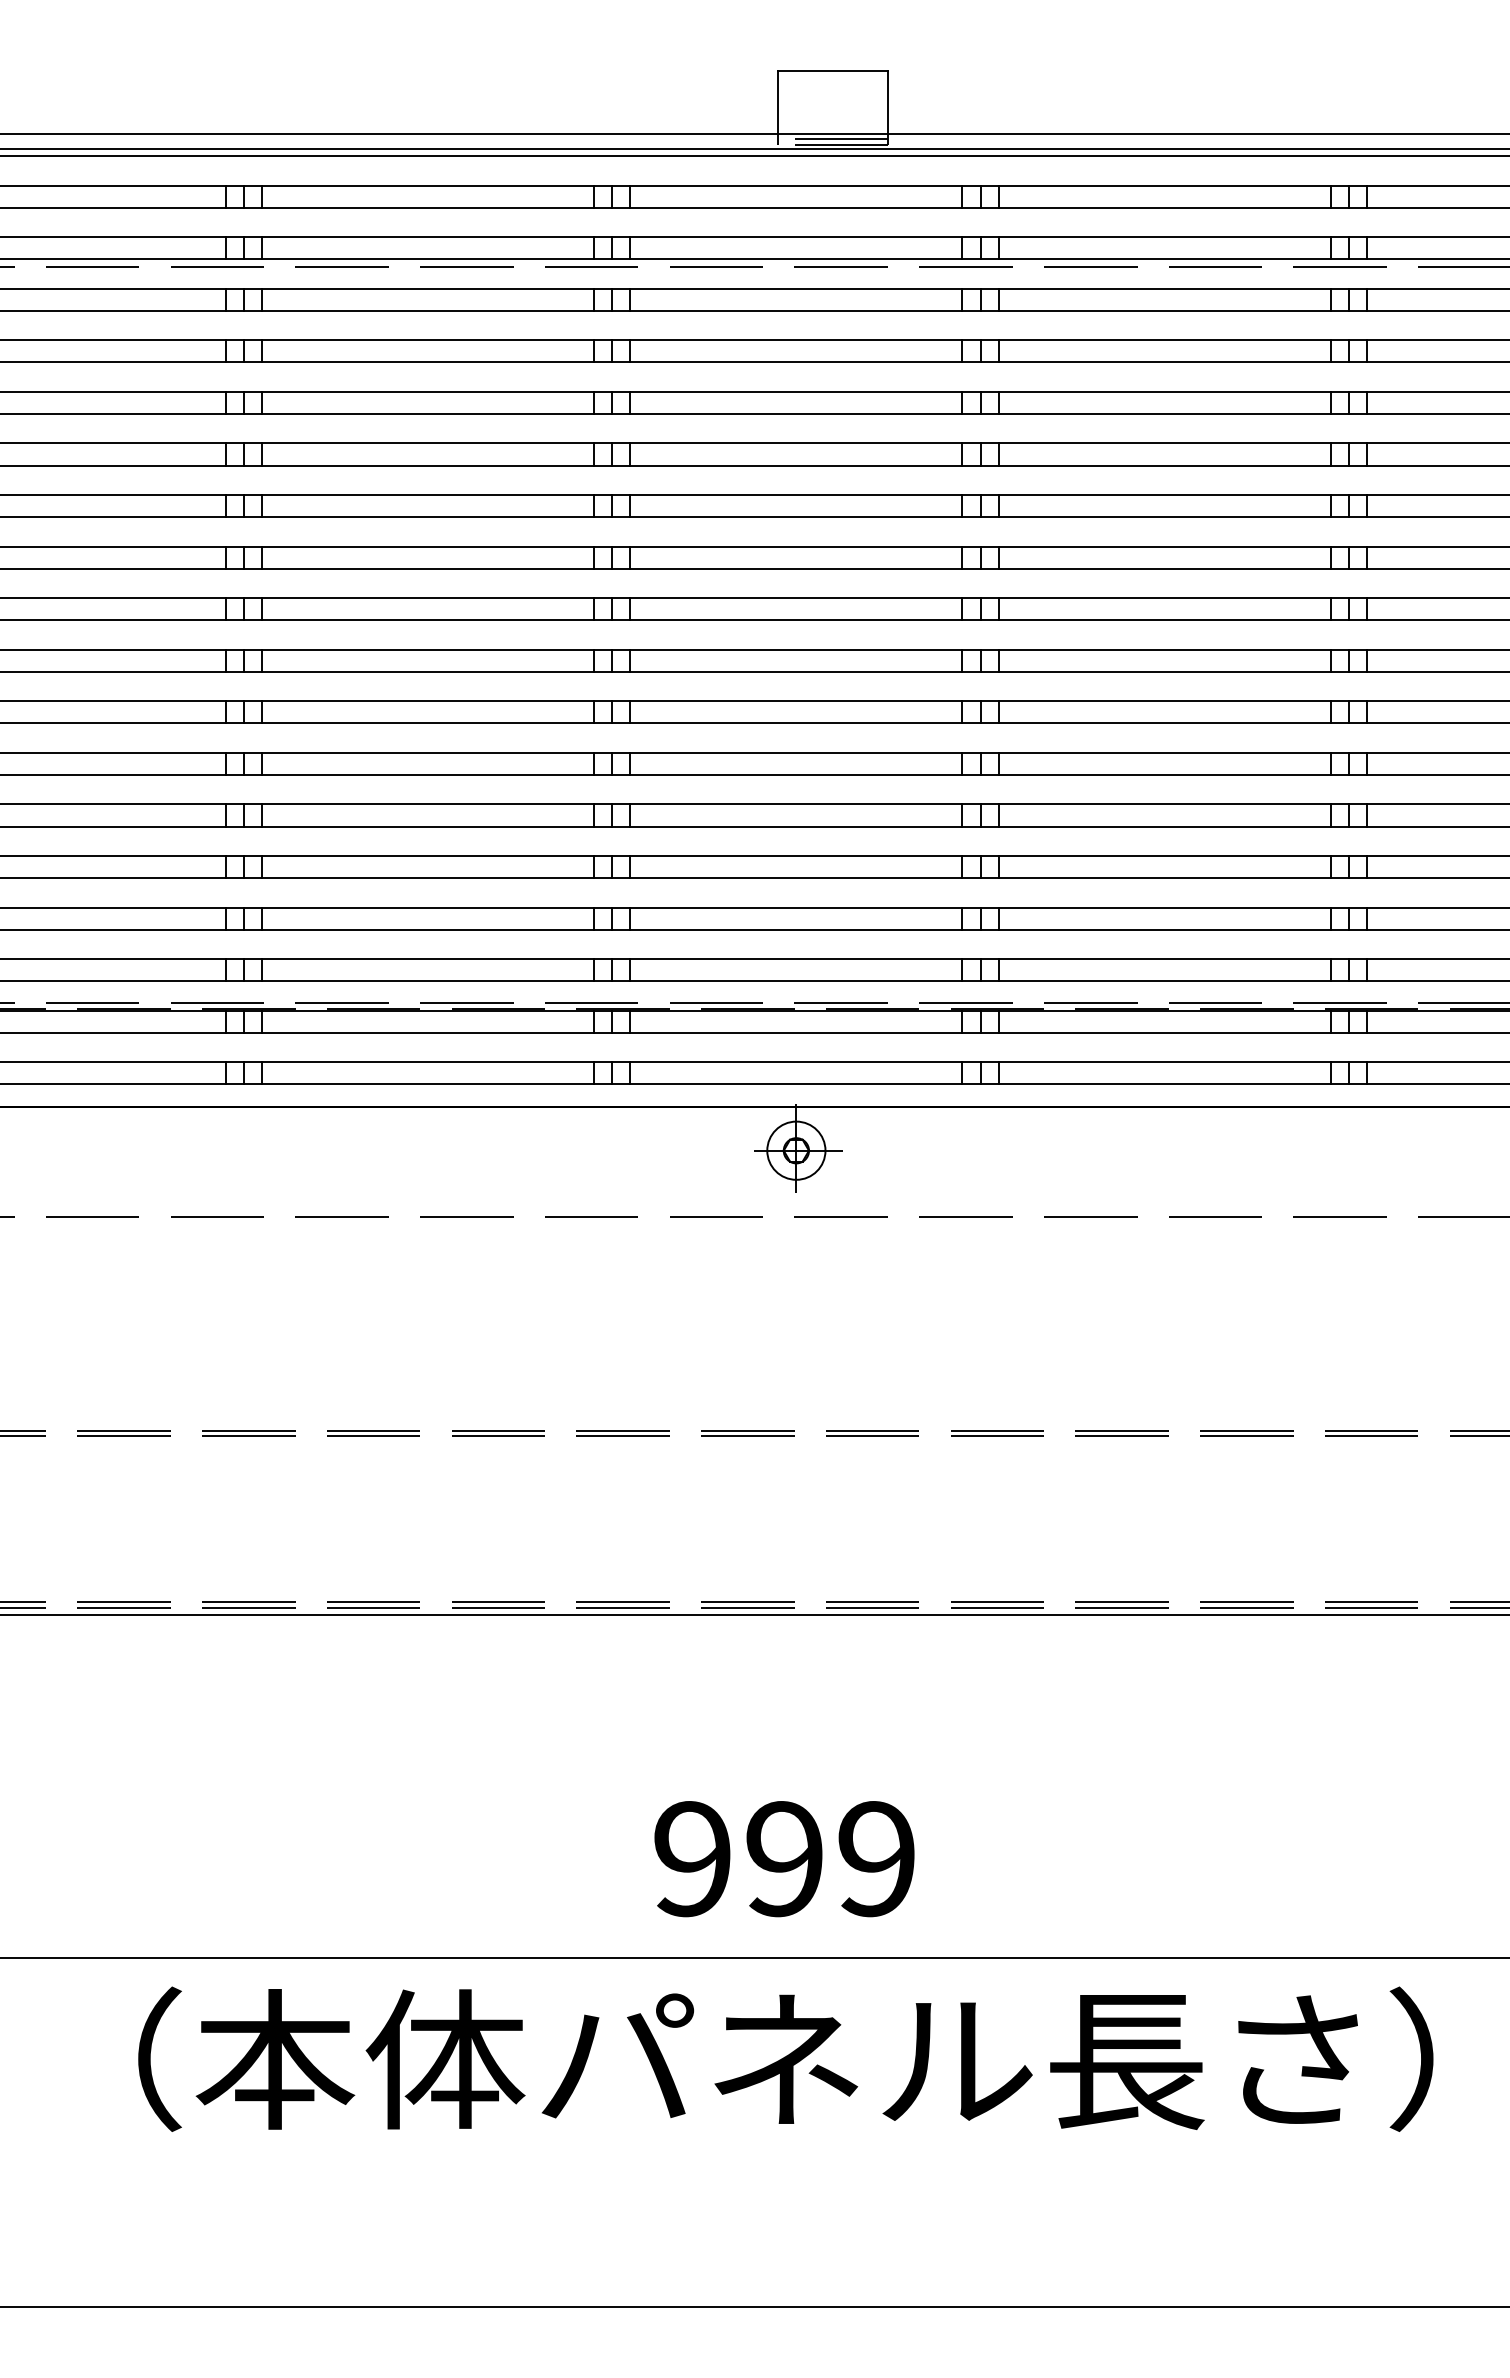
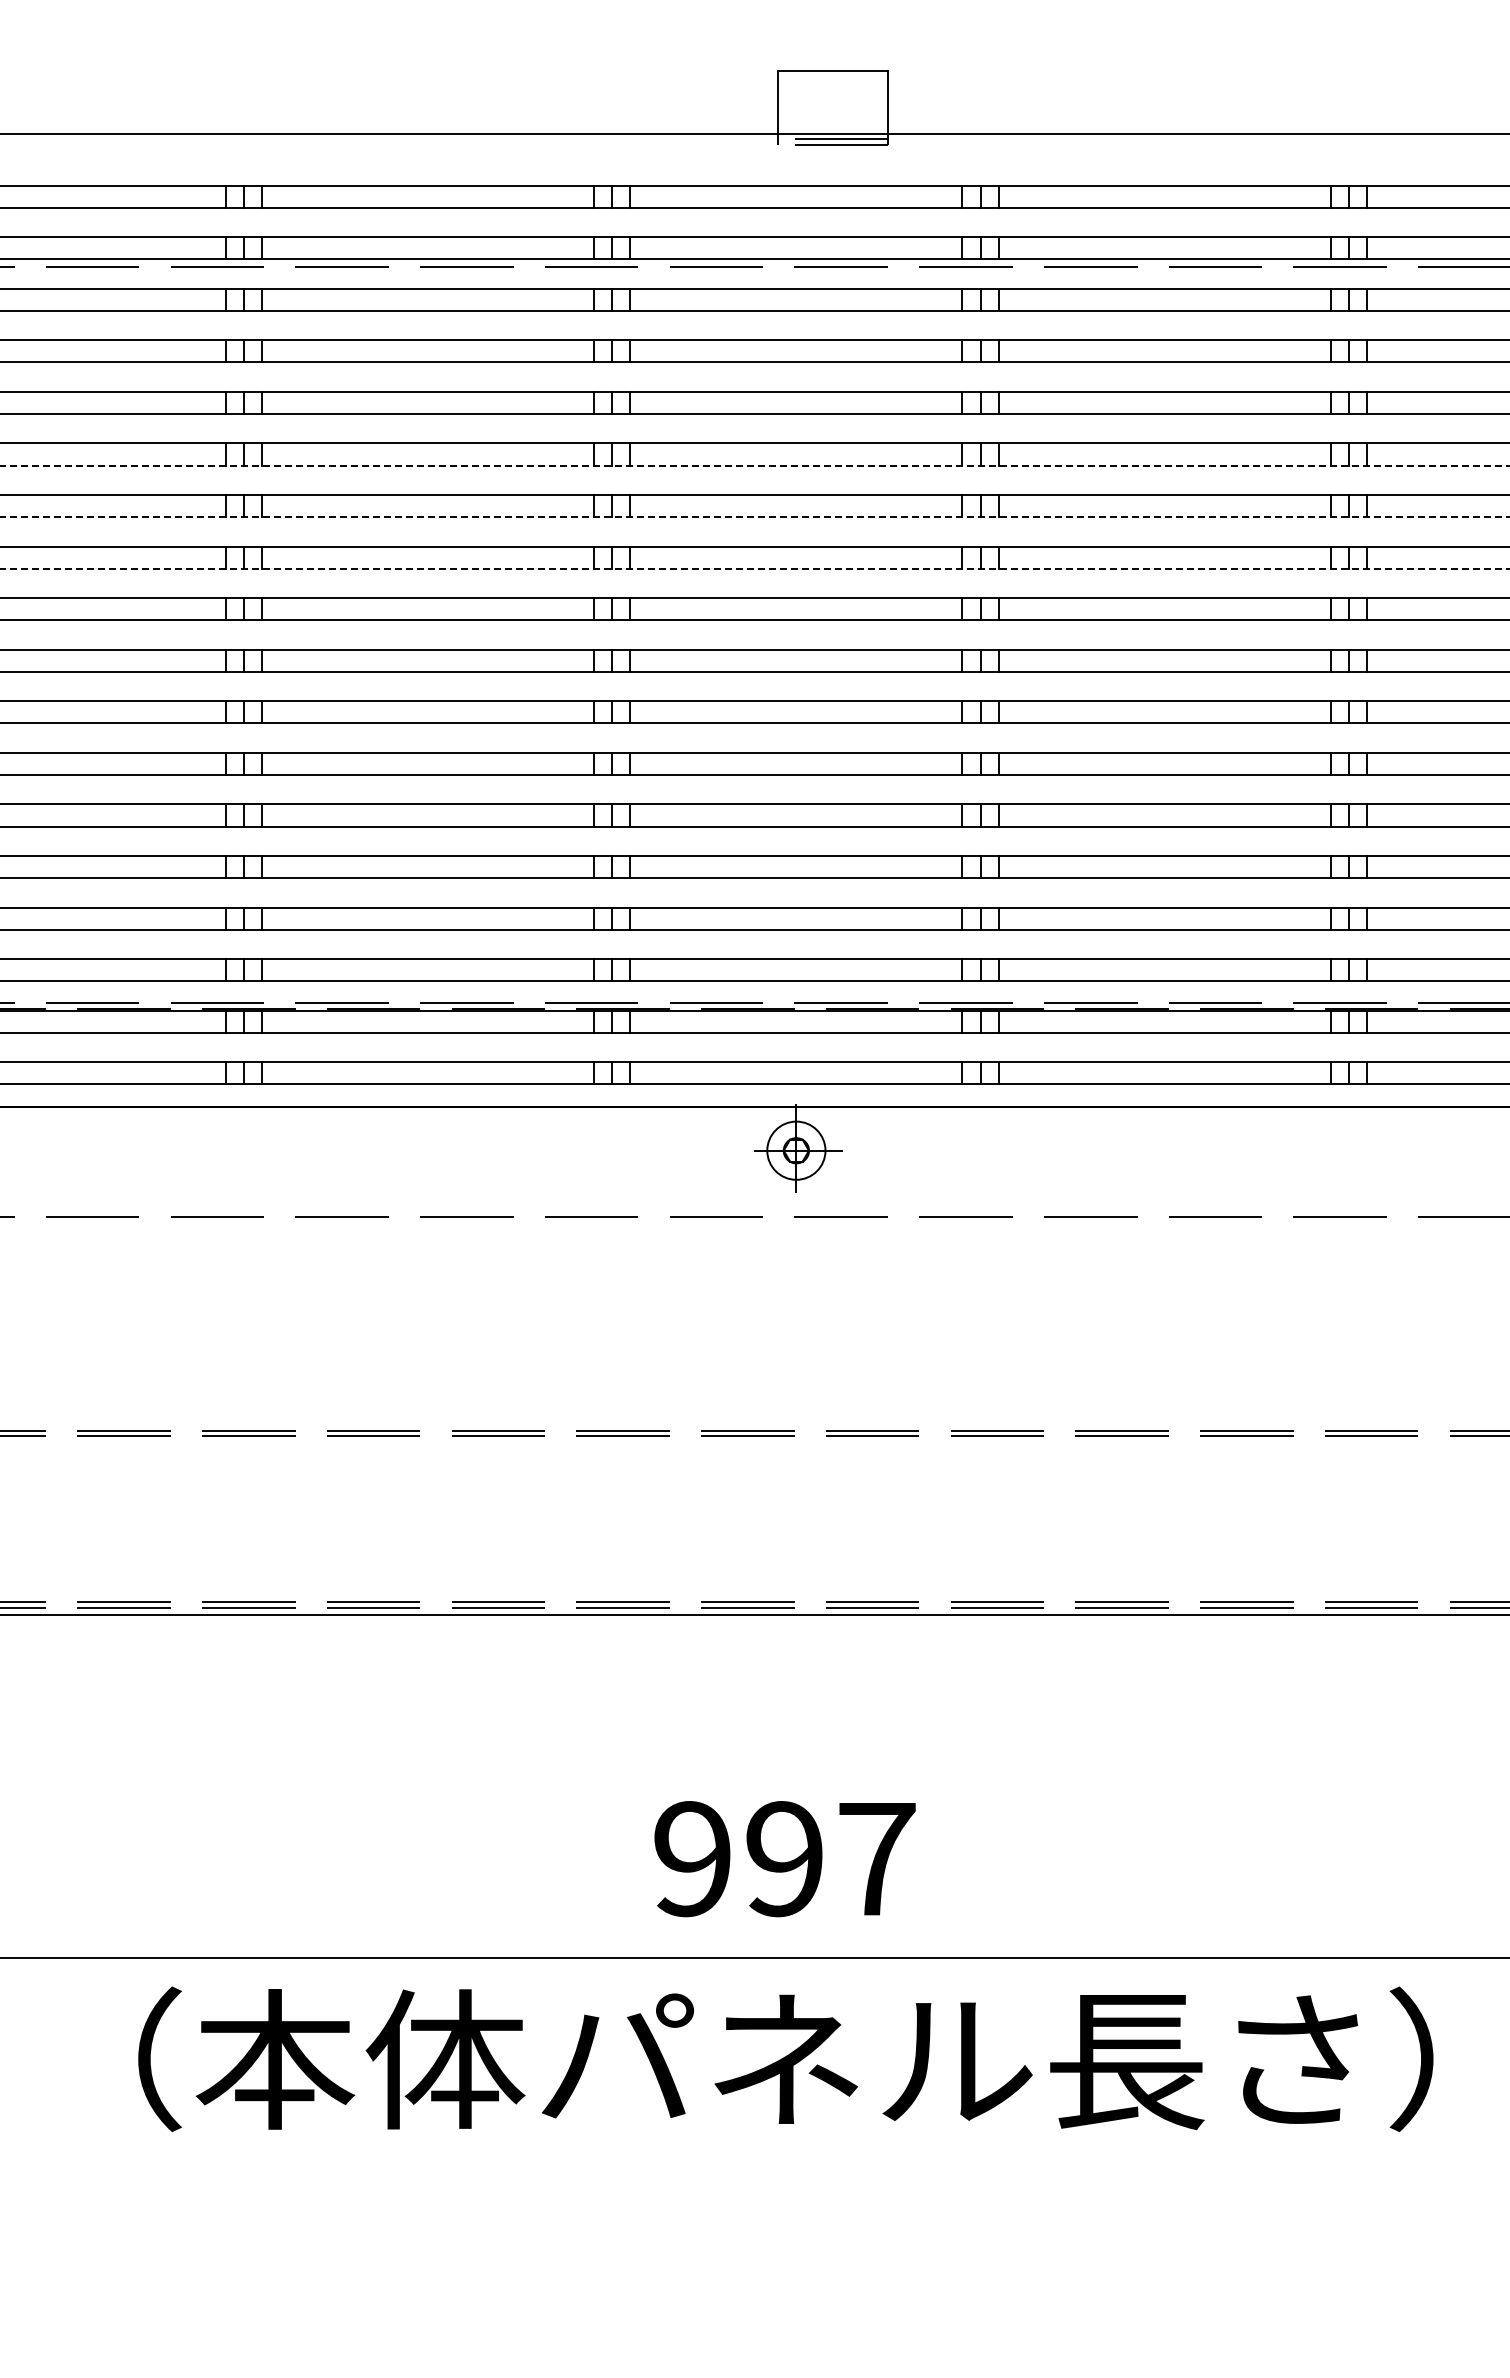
line at (754, 148): present -> none
line at (754, 156): present -> none
line at (754, 465): solid -> dashed
line at (754, 517): solid -> dashed
line at (754, 568): solid -> dashed
text at (876, 1859): 999 -> 997
line at (754, 2306): present -> none
